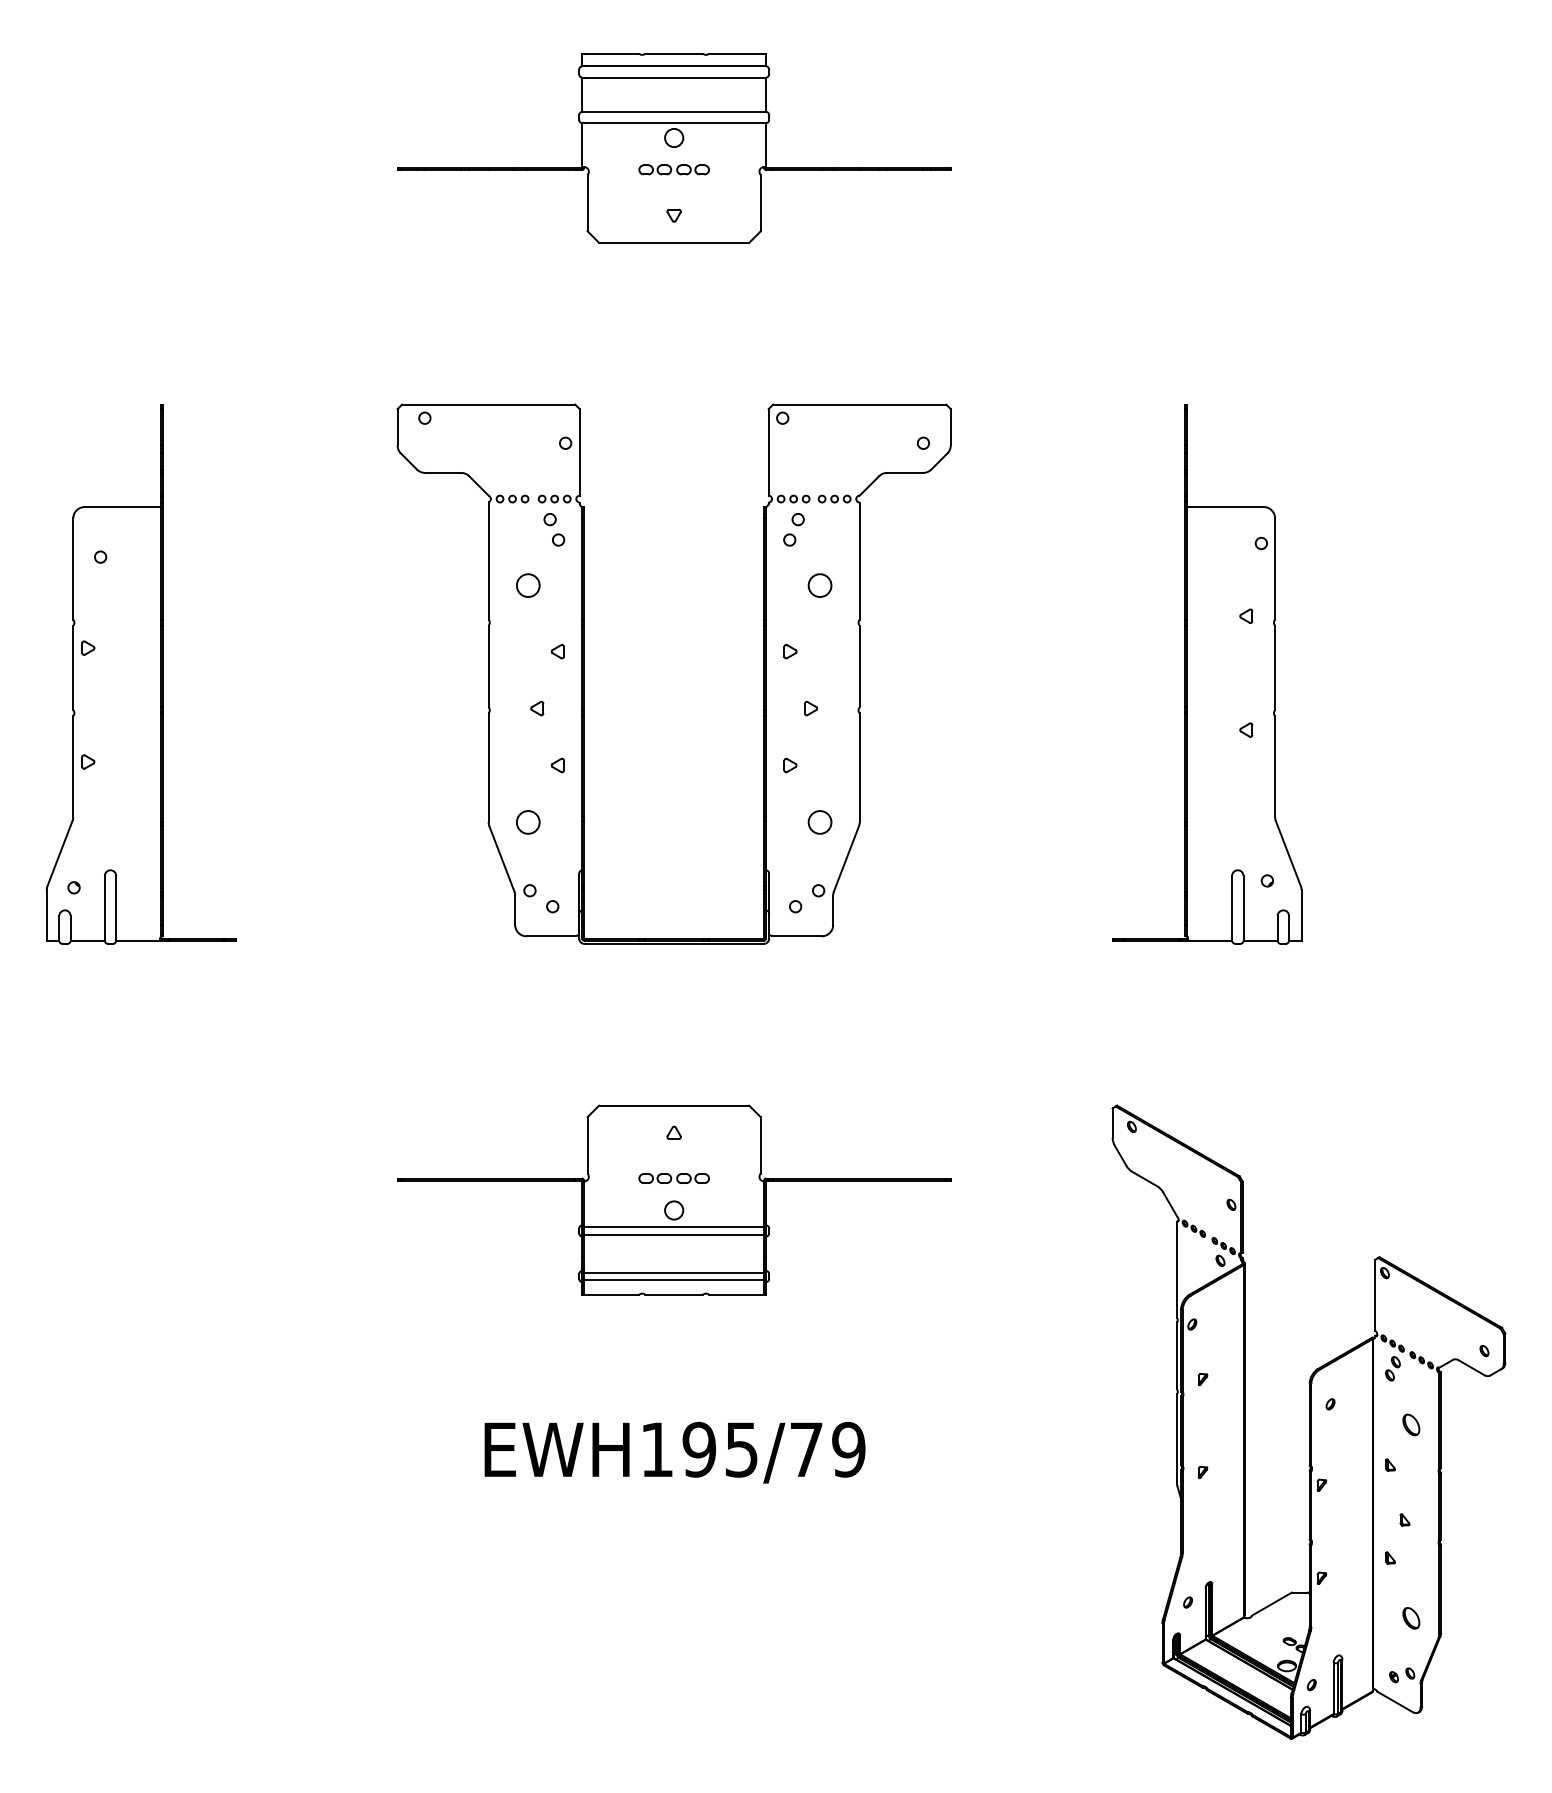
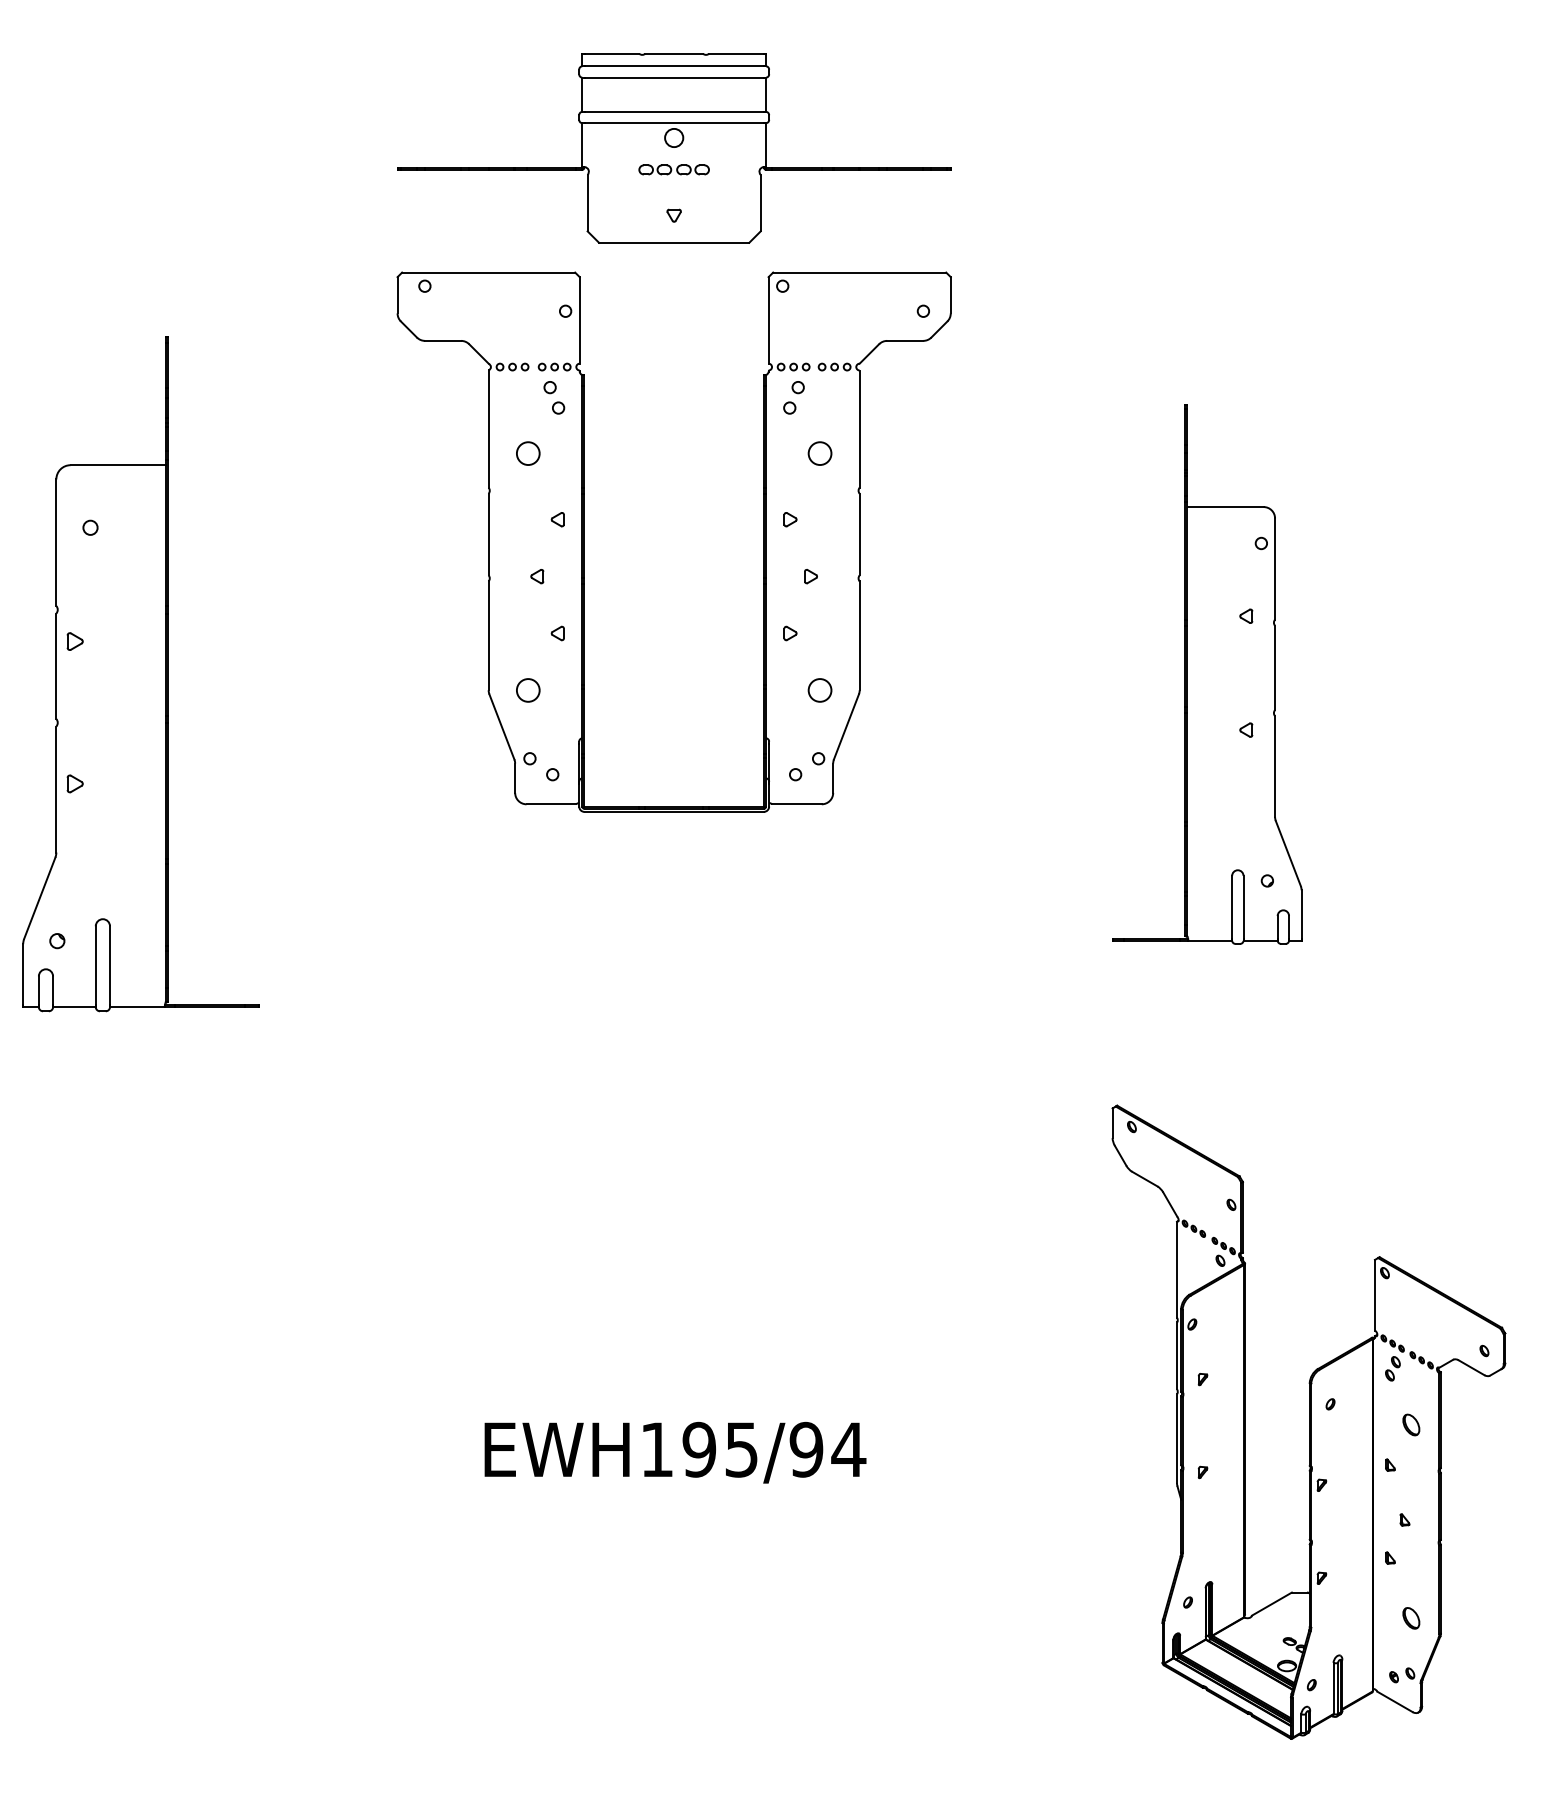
part at (584, 673) position: (584, 673) -> (584, 541)
part at (140, 674) size: 192x541 px -> 238x677 px
part at (674, 1199): present -> none
text at (827, 1449): EWH195/79 -> EWH195/94
